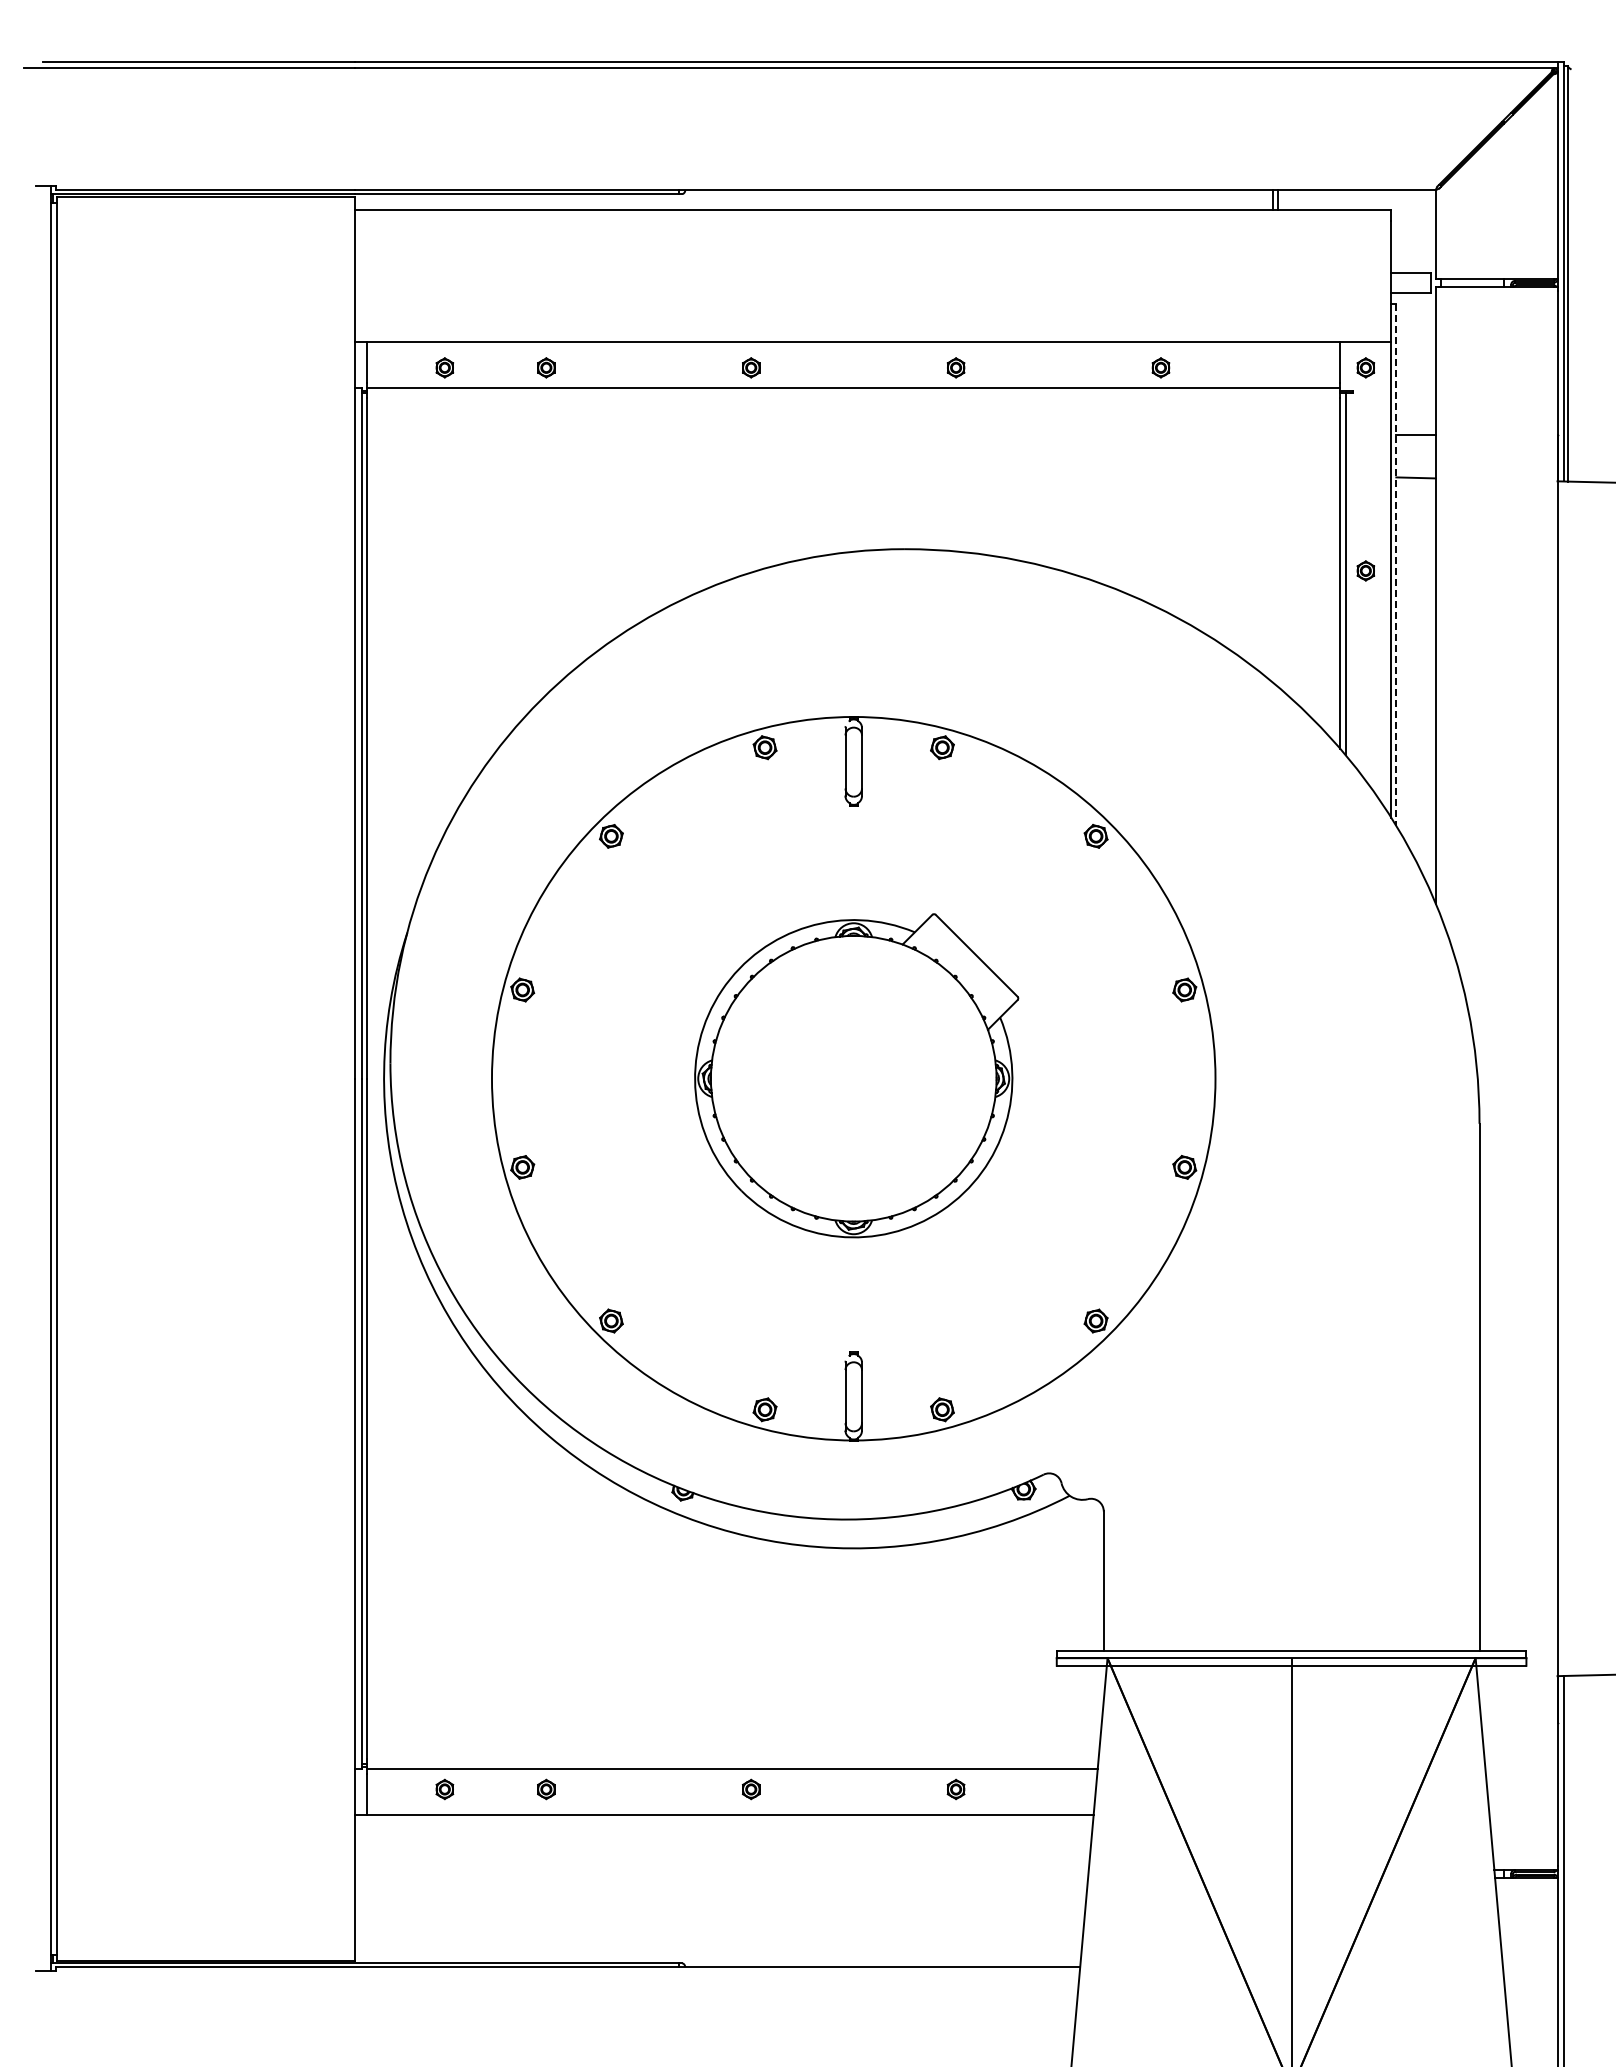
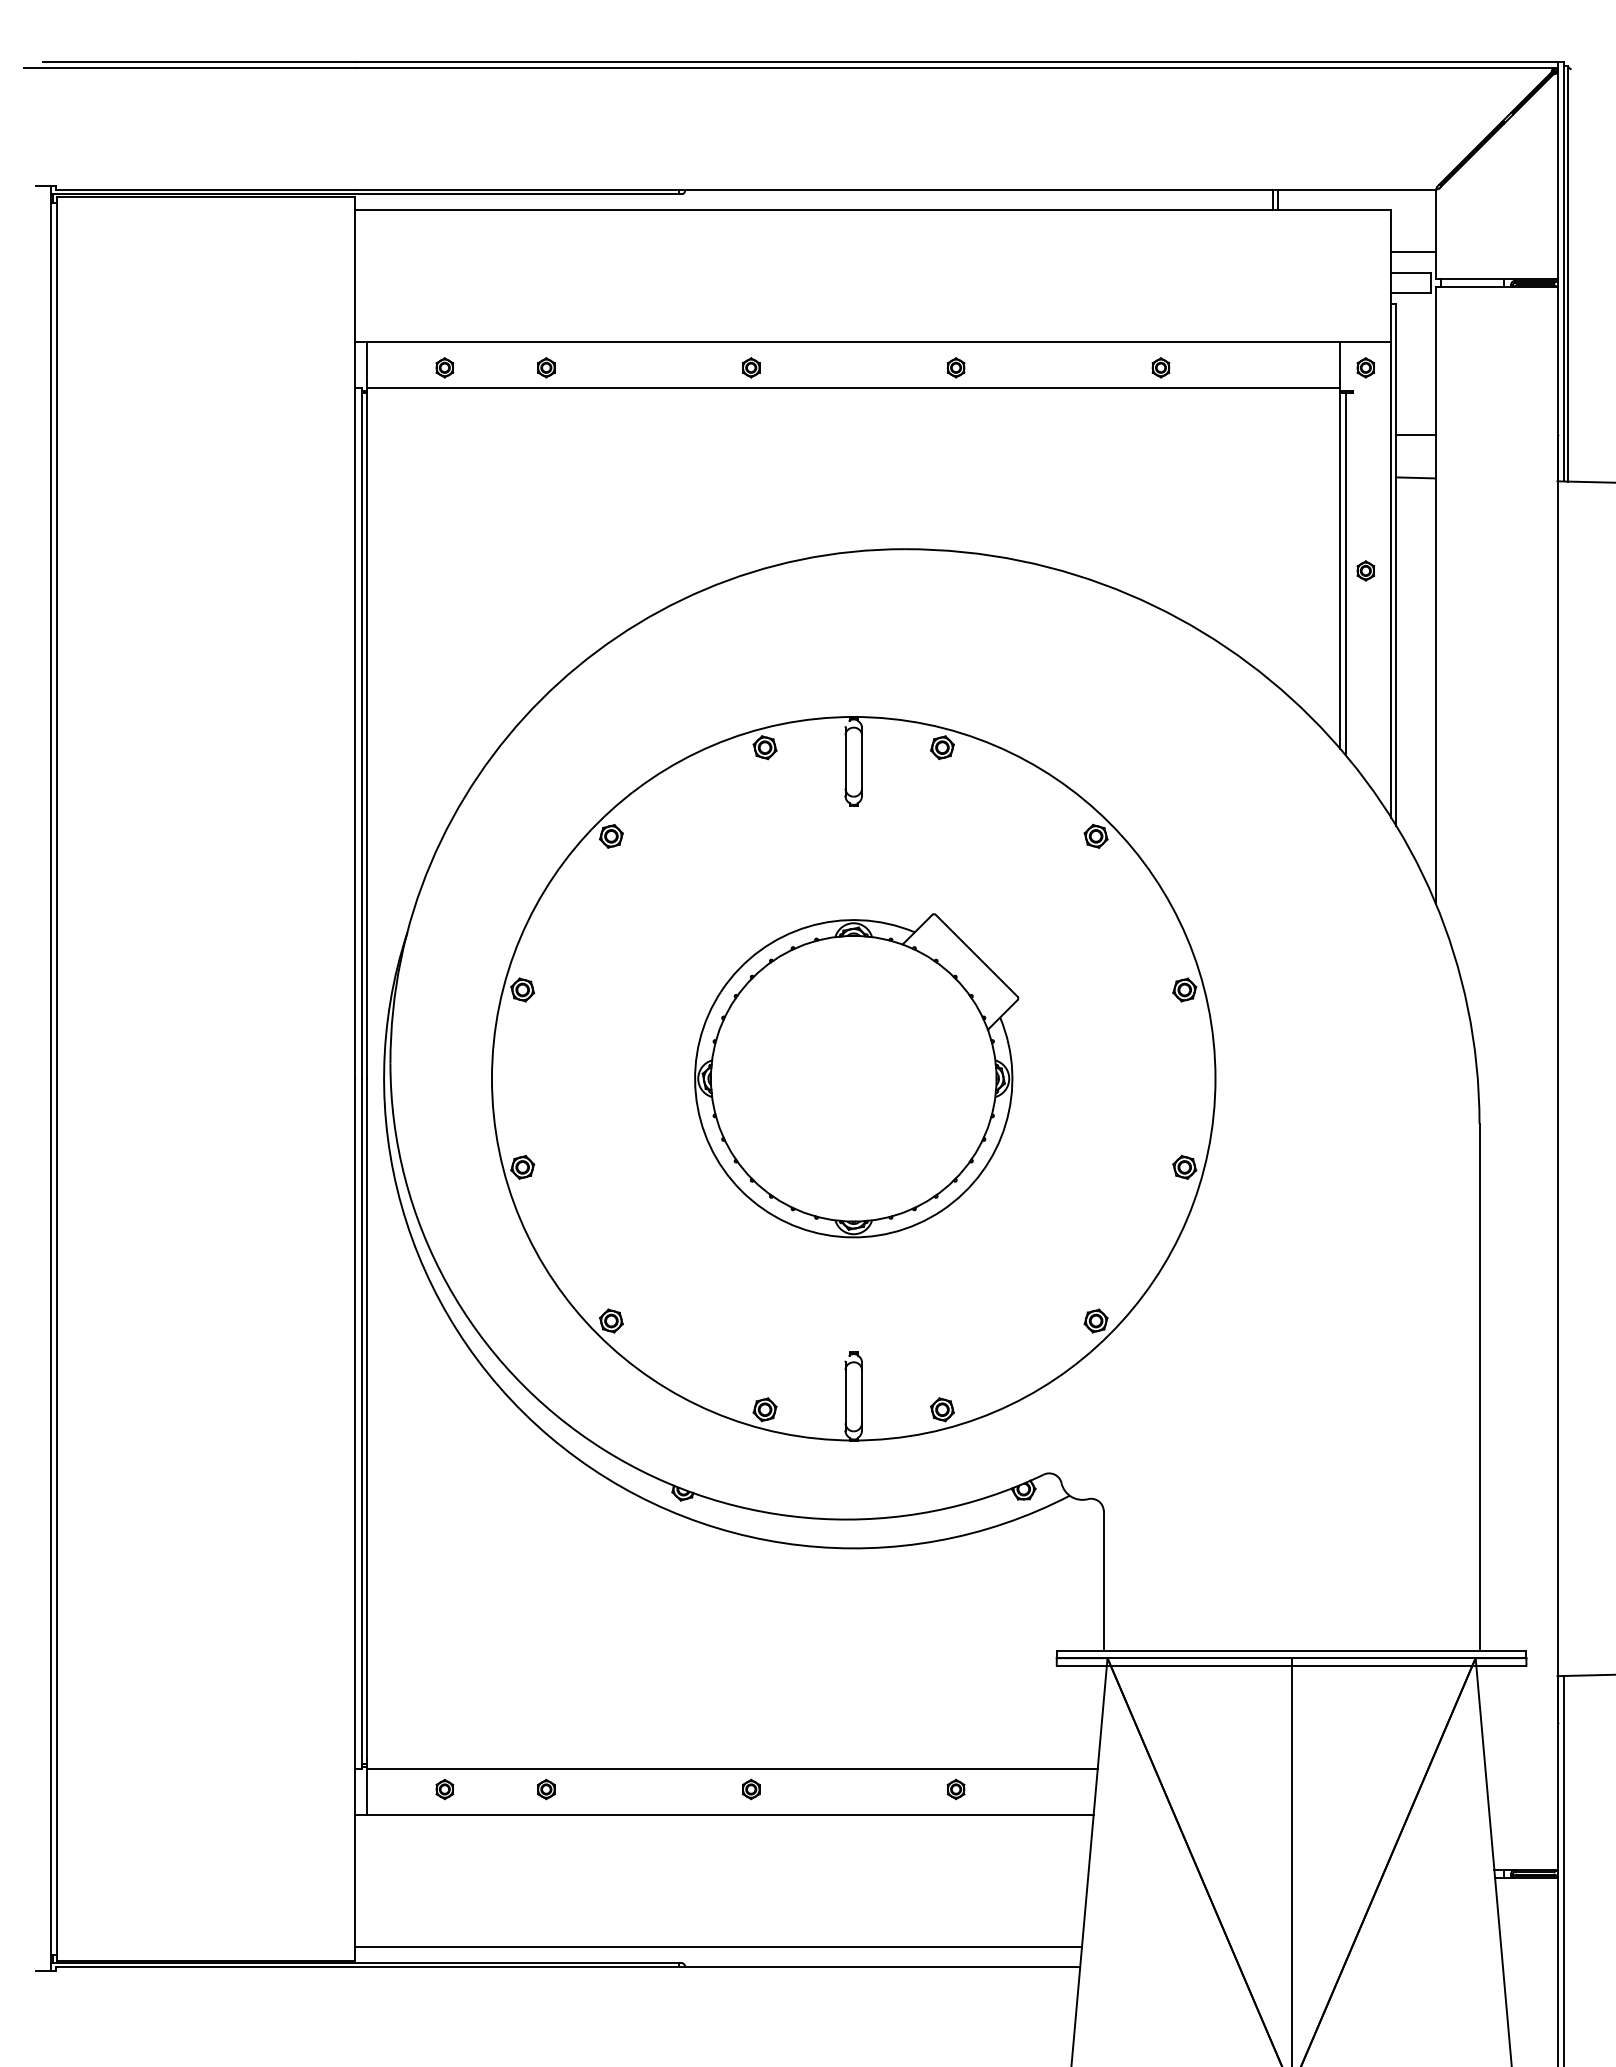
line at (1413, 252): none -> present
line at (1396, 565): dashed -> solid
line at (718, 1946): none -> present
